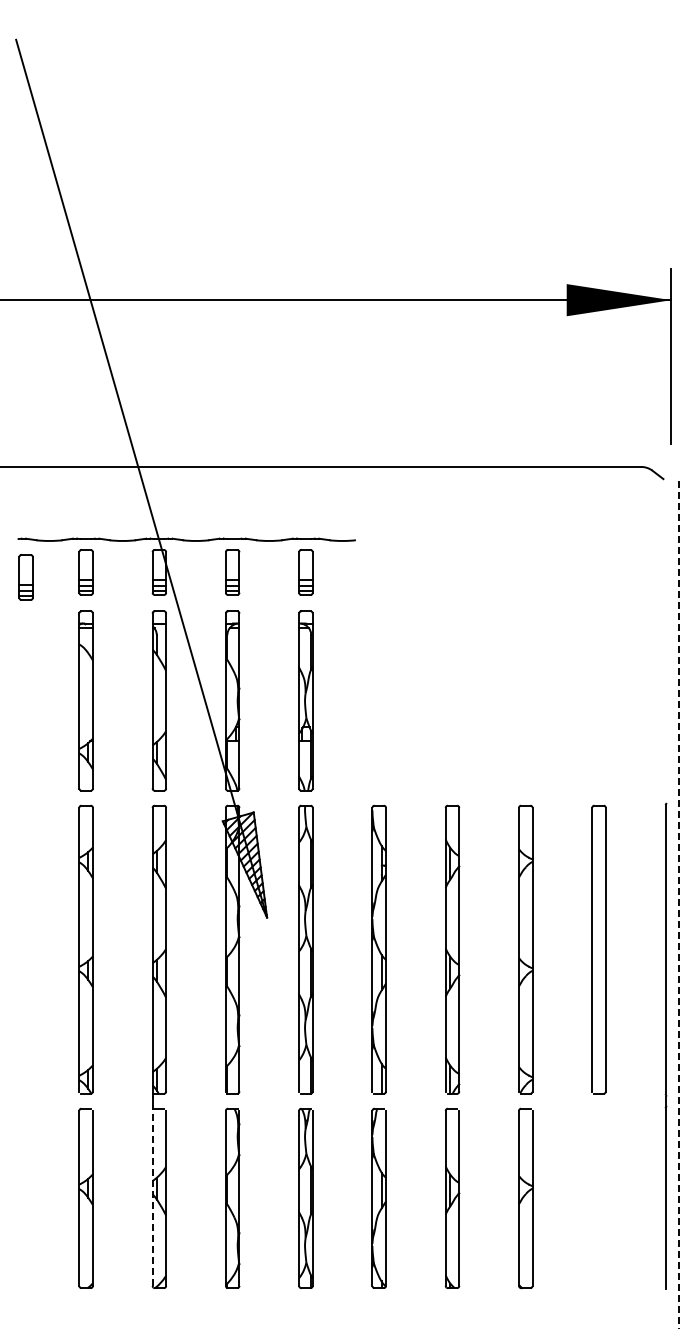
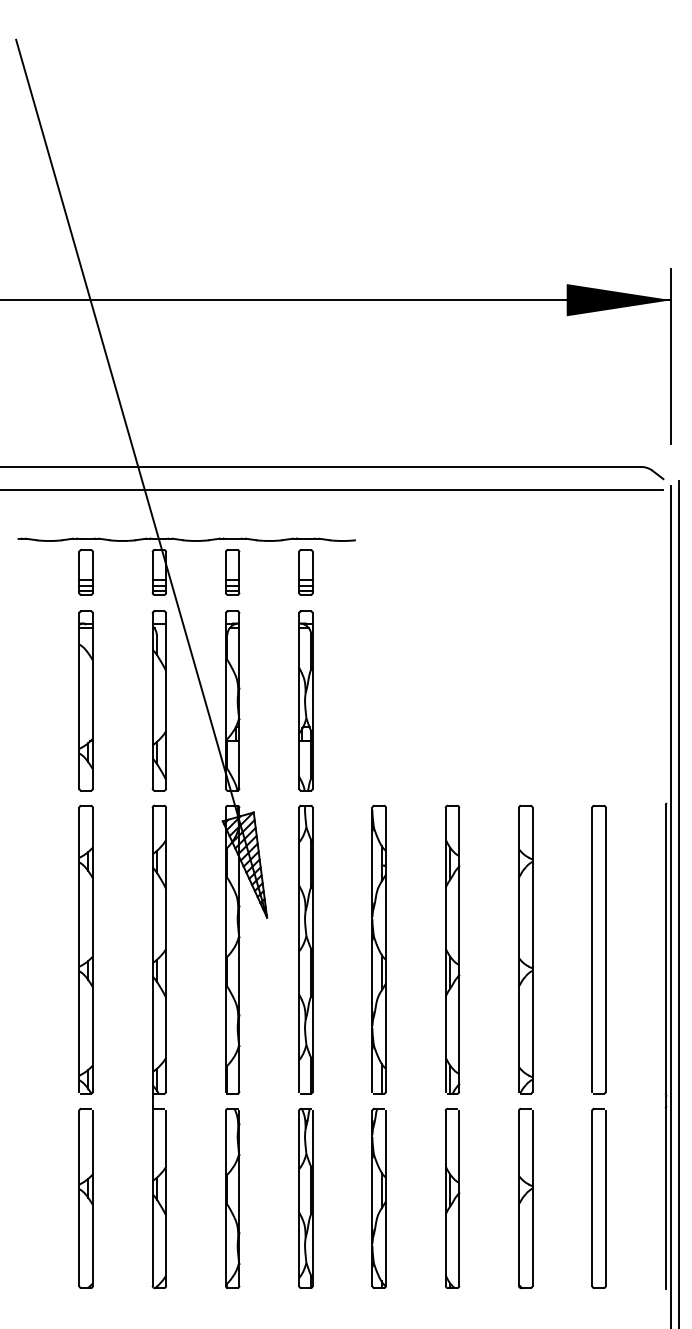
line at (332, 489): none -> present
part at (25, 577): present -> none
line at (679, 904): dashed -> solid
line at (671, 905): none -> present
line at (152, 1195): dashed -> solid
part at (598, 1197): none -> present
